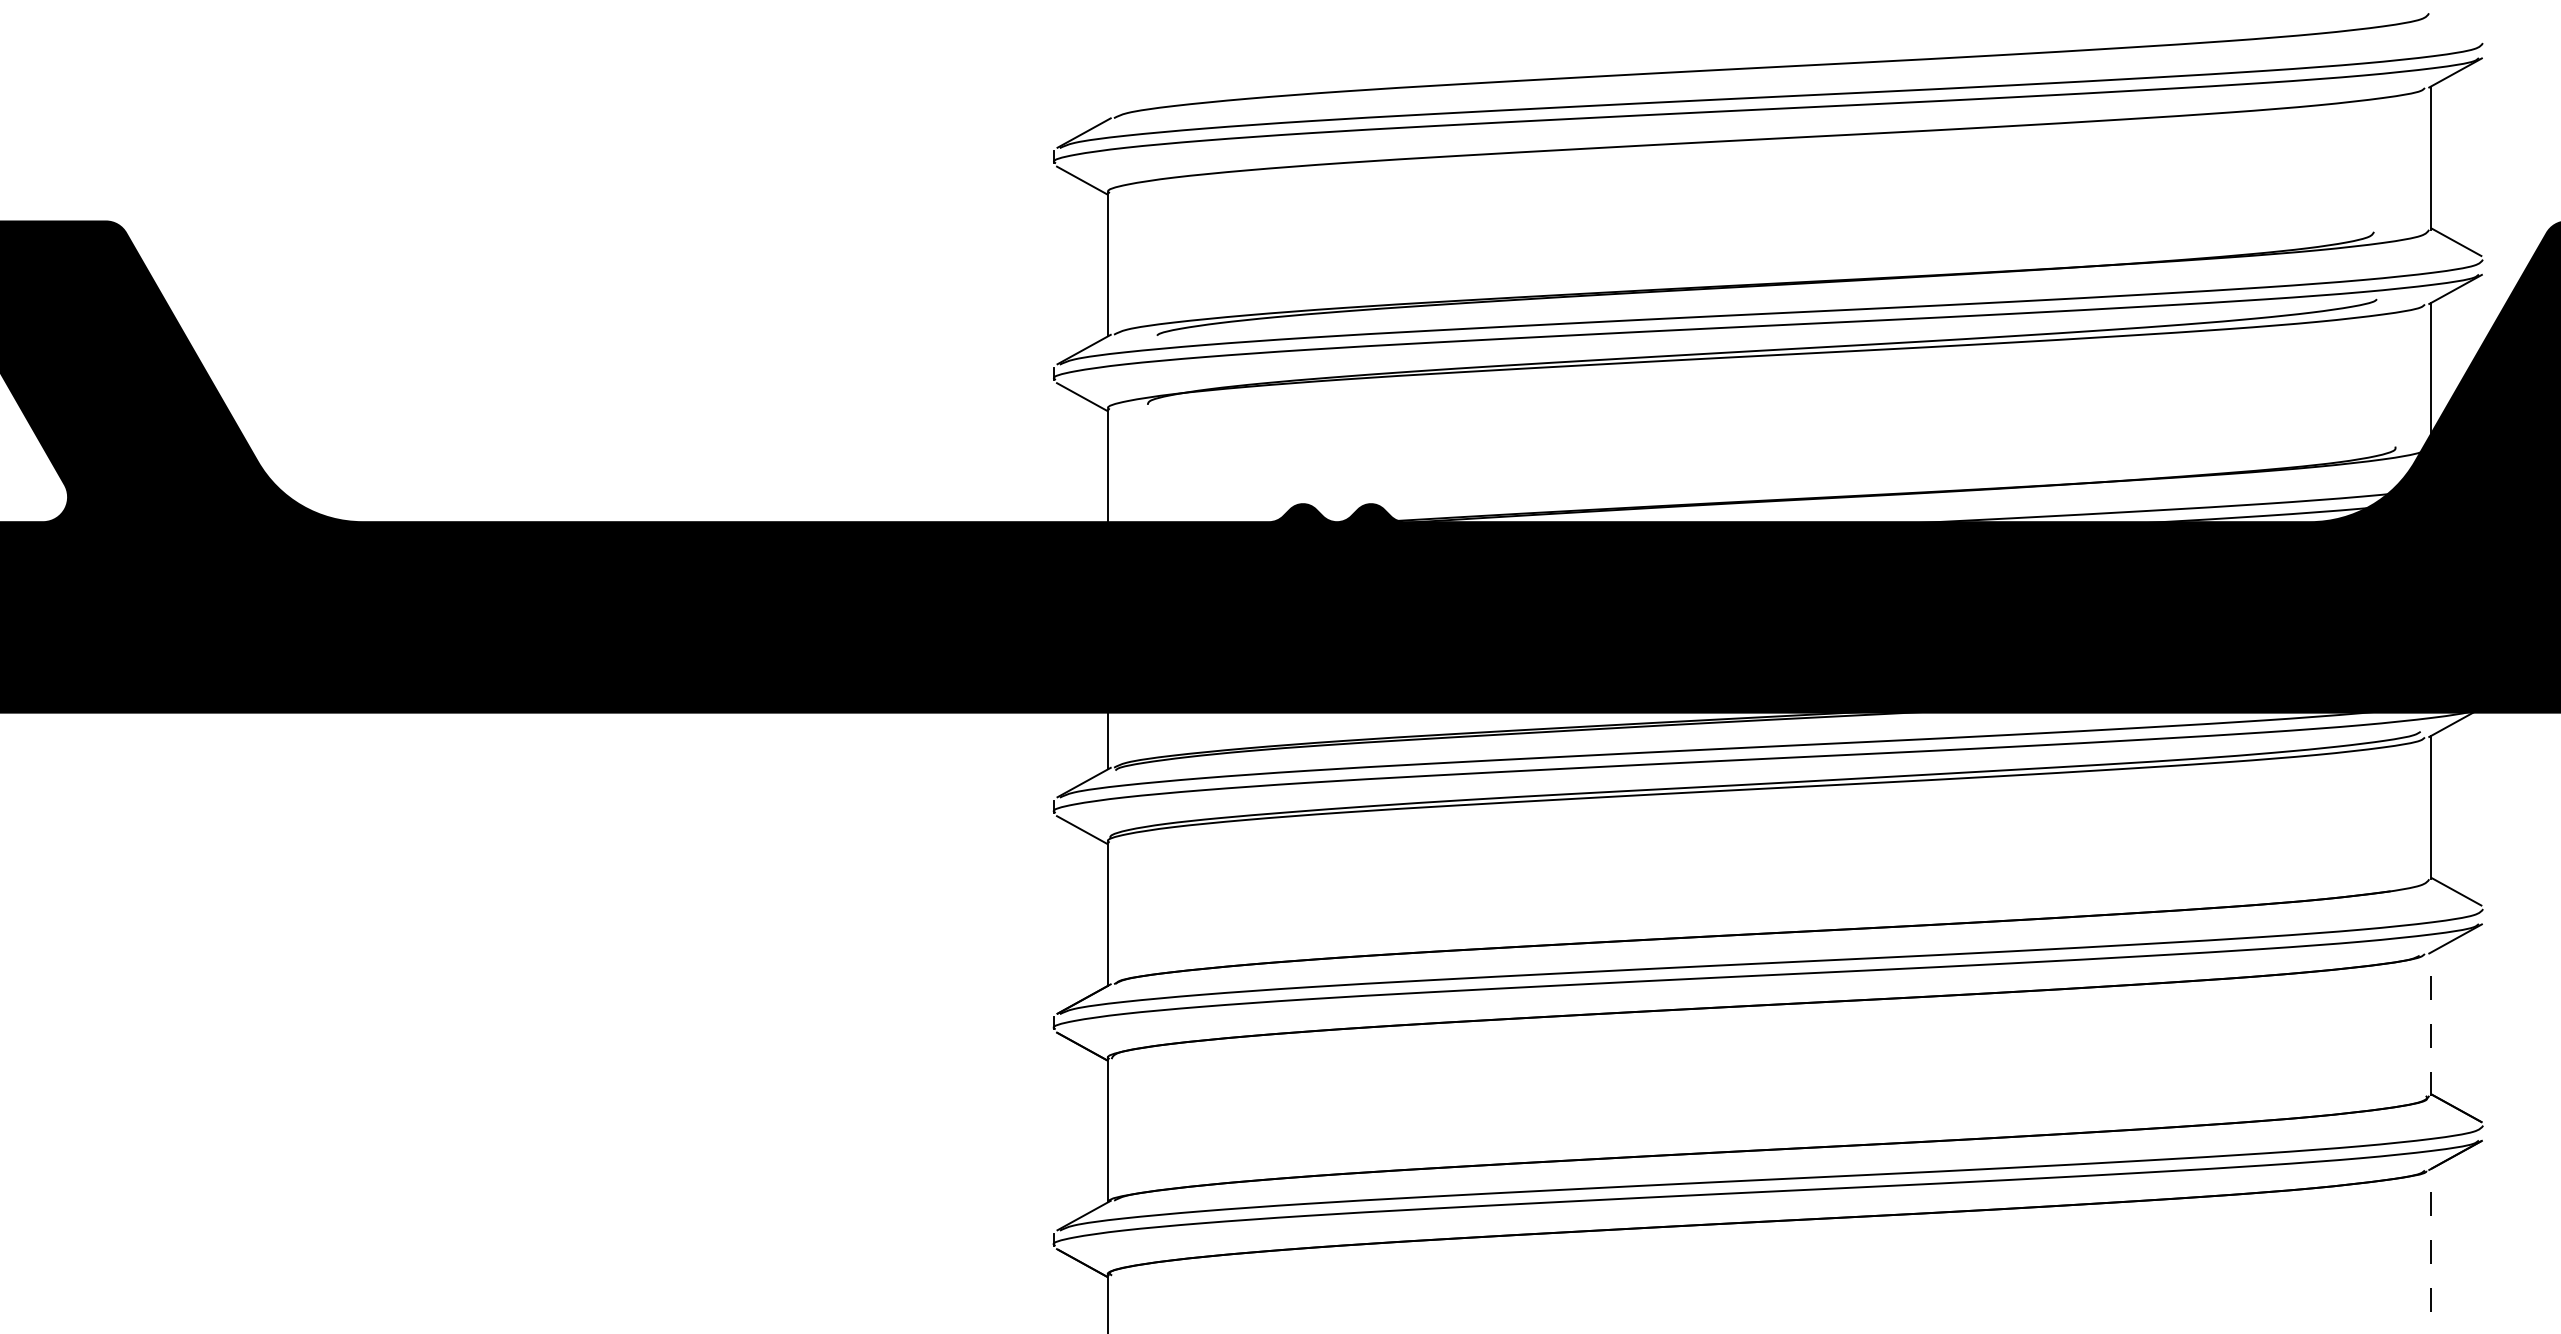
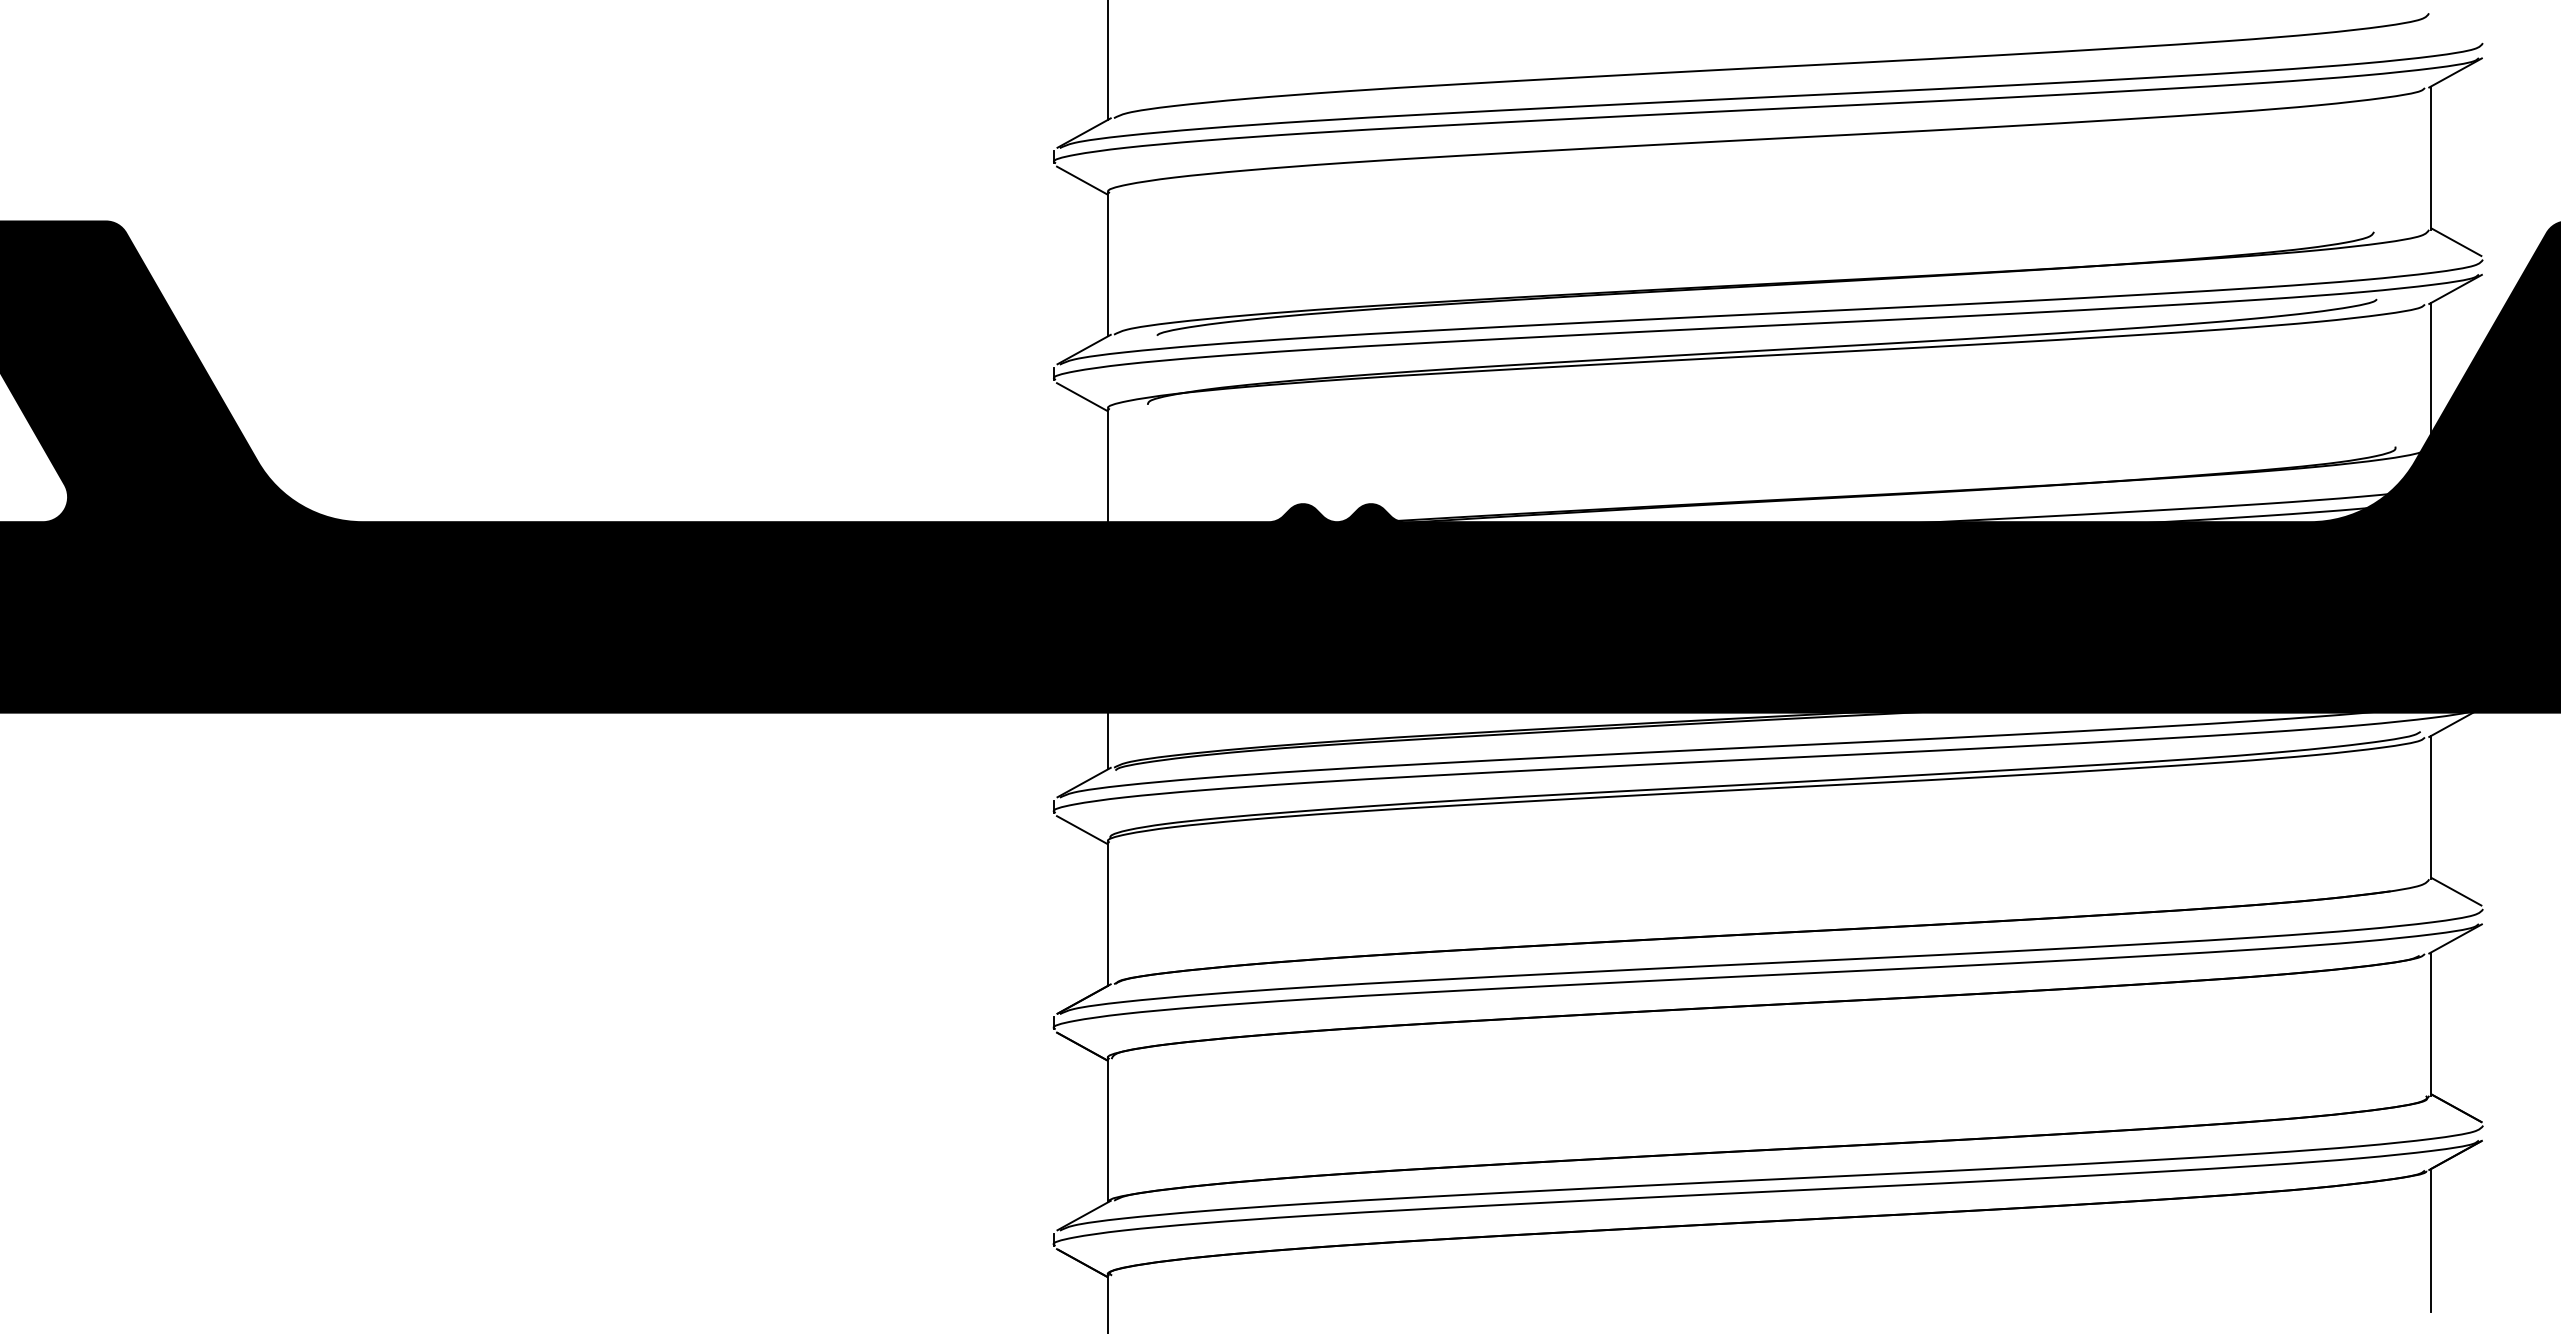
line at (1107, 60): none -> present
line at (2430, 1024): dashed -> solid
line at (2430, 1240): dashed -> solid
